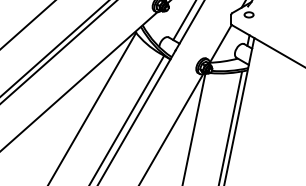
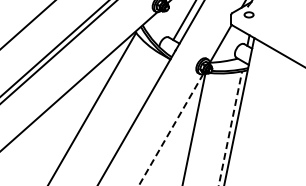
line at (127, 118): present -> none
line at (230, 128): solid -> dashed
line at (170, 130): solid -> dashed
